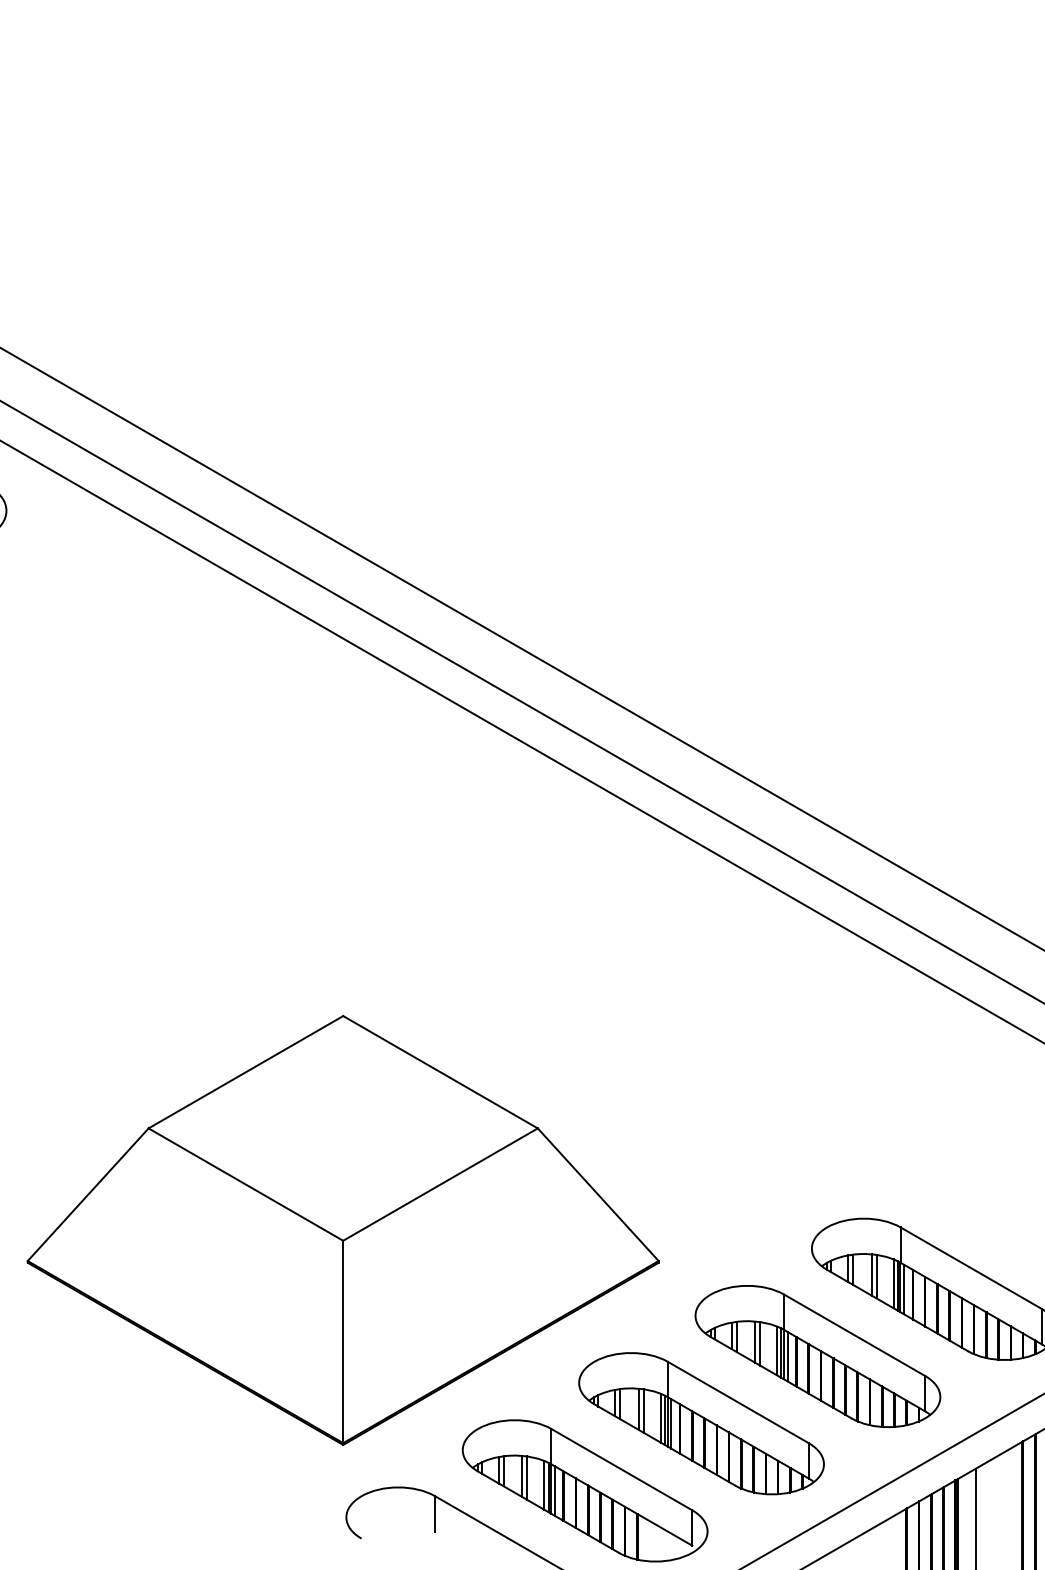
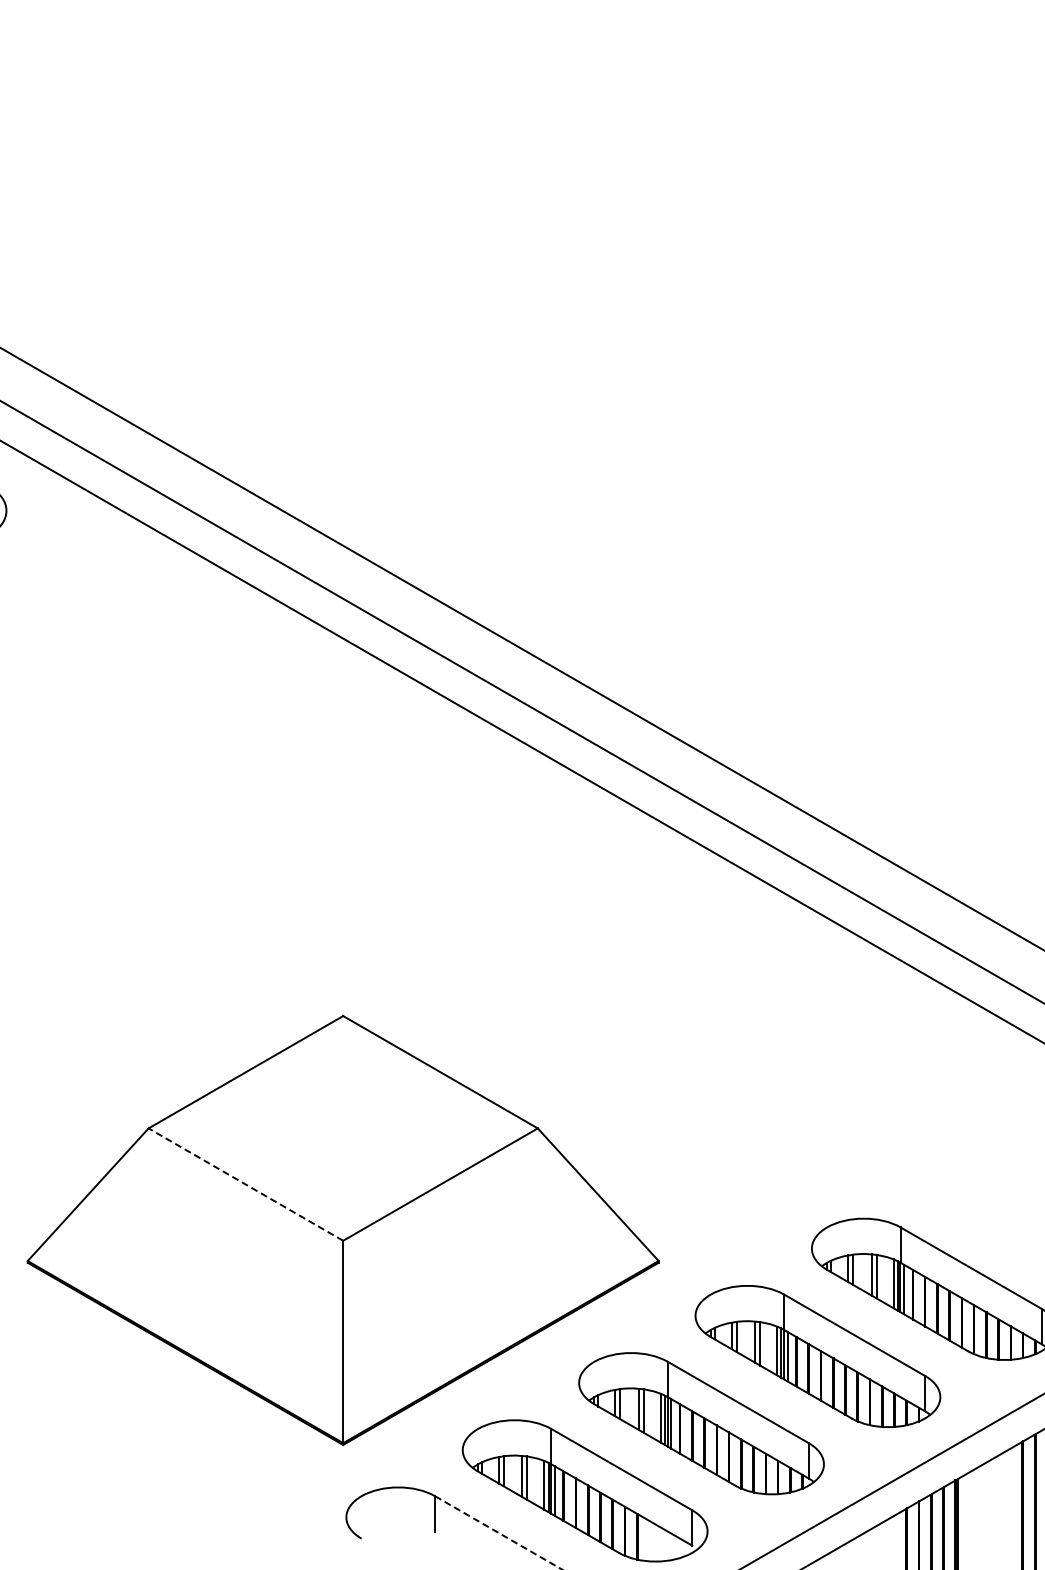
line at (245, 1184): solid -> dashed
line at (975, 1517): present -> none
line at (499, 1533): solid -> dashed
